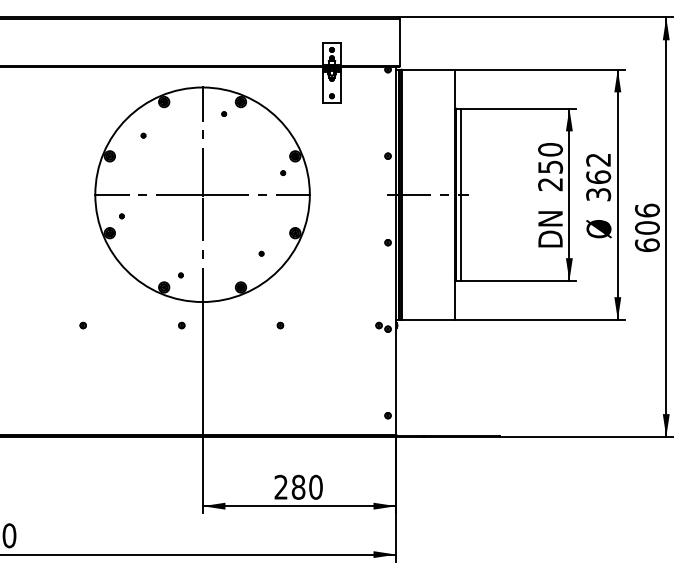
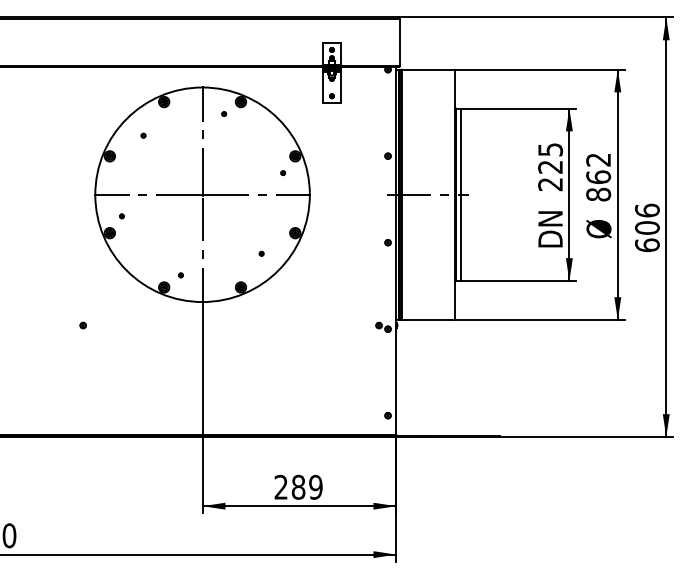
text at (550, 158): 250 -> 225
text at (598, 194): 362 -> 862
part at (181, 325): present -> none
part at (280, 325): present -> none
text at (315, 487): 280 -> 289
